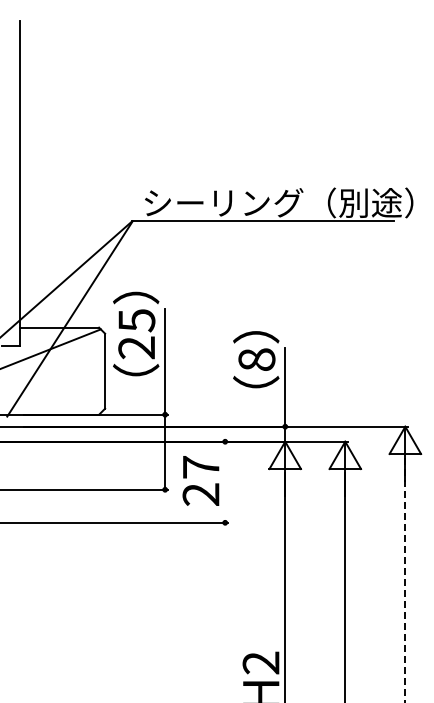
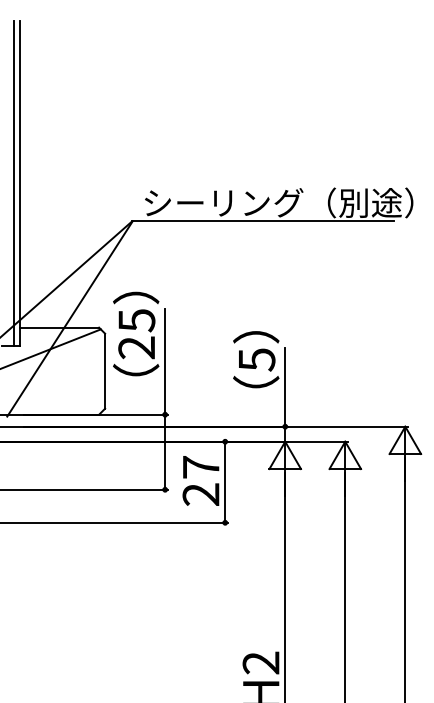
line at (13, 183): none -> present
text at (256, 359): 8 -> 5
line at (225, 481): none -> present
line at (405, 580): dashed -> solid
